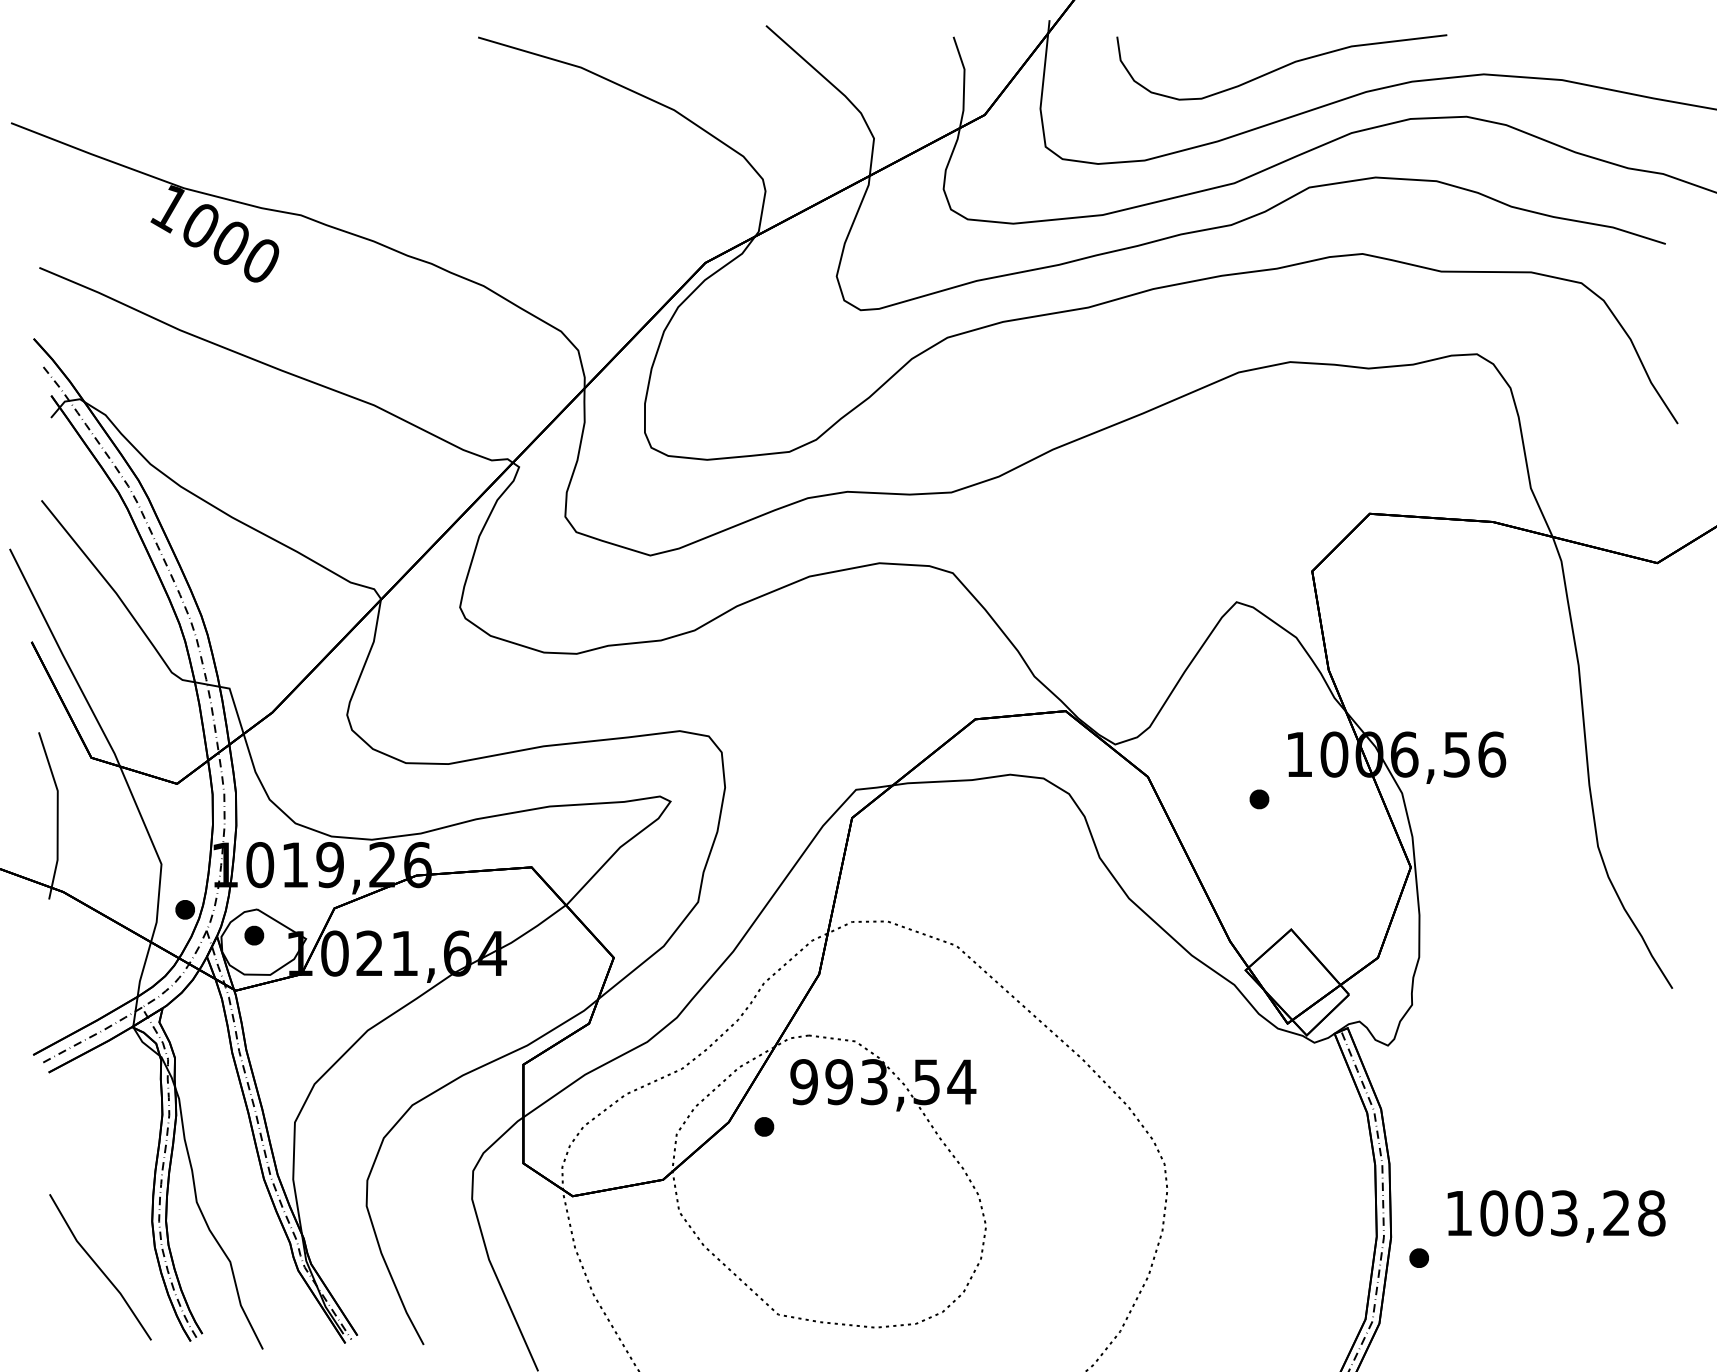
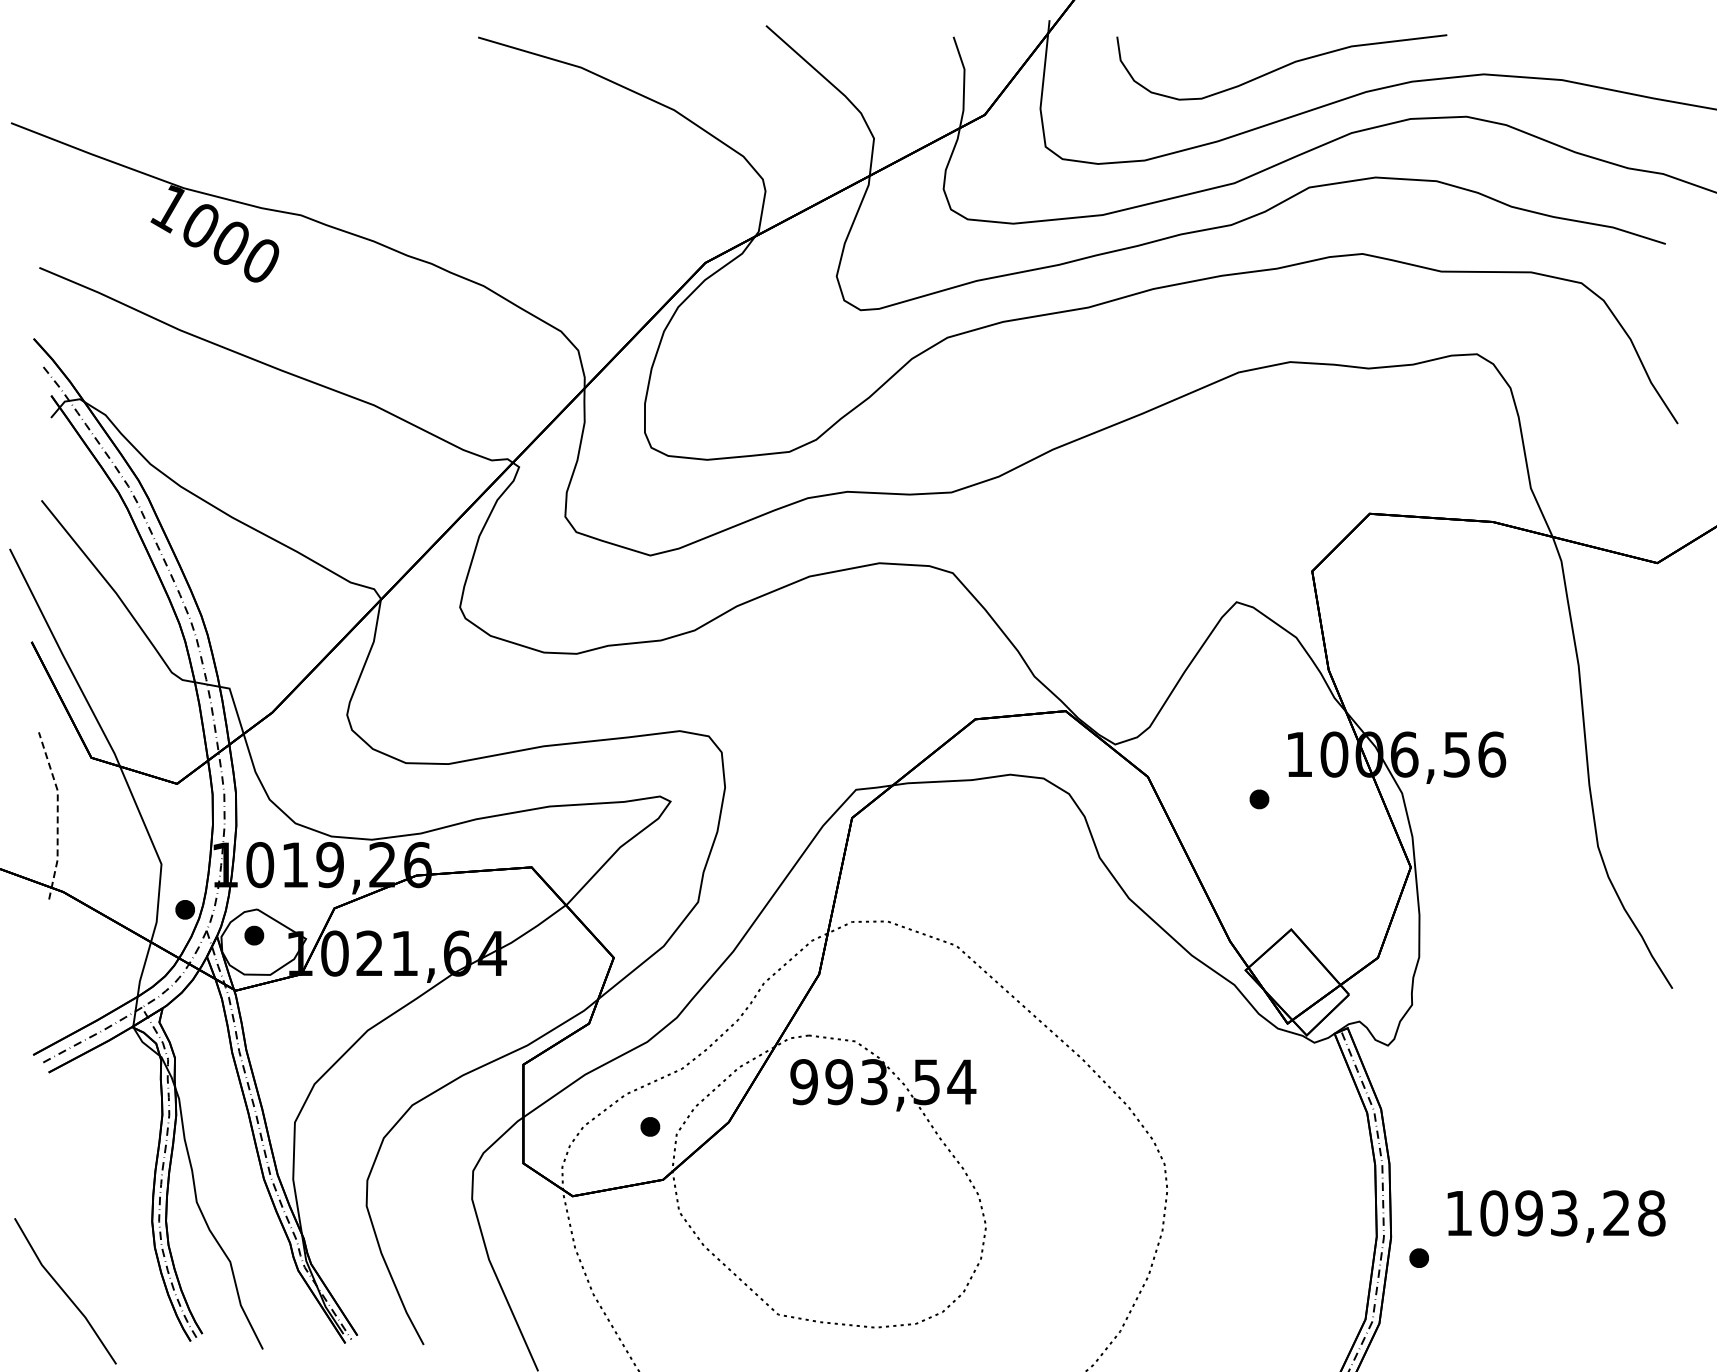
line at (57, 814): solid -> dashed
part at (764, 1126) position: (764, 1126) -> (650, 1126)
text at (1529, 1213): 1003,28 -> 1093,28
line at (100, 1267) position: (100, 1267) -> (65, 1291)
